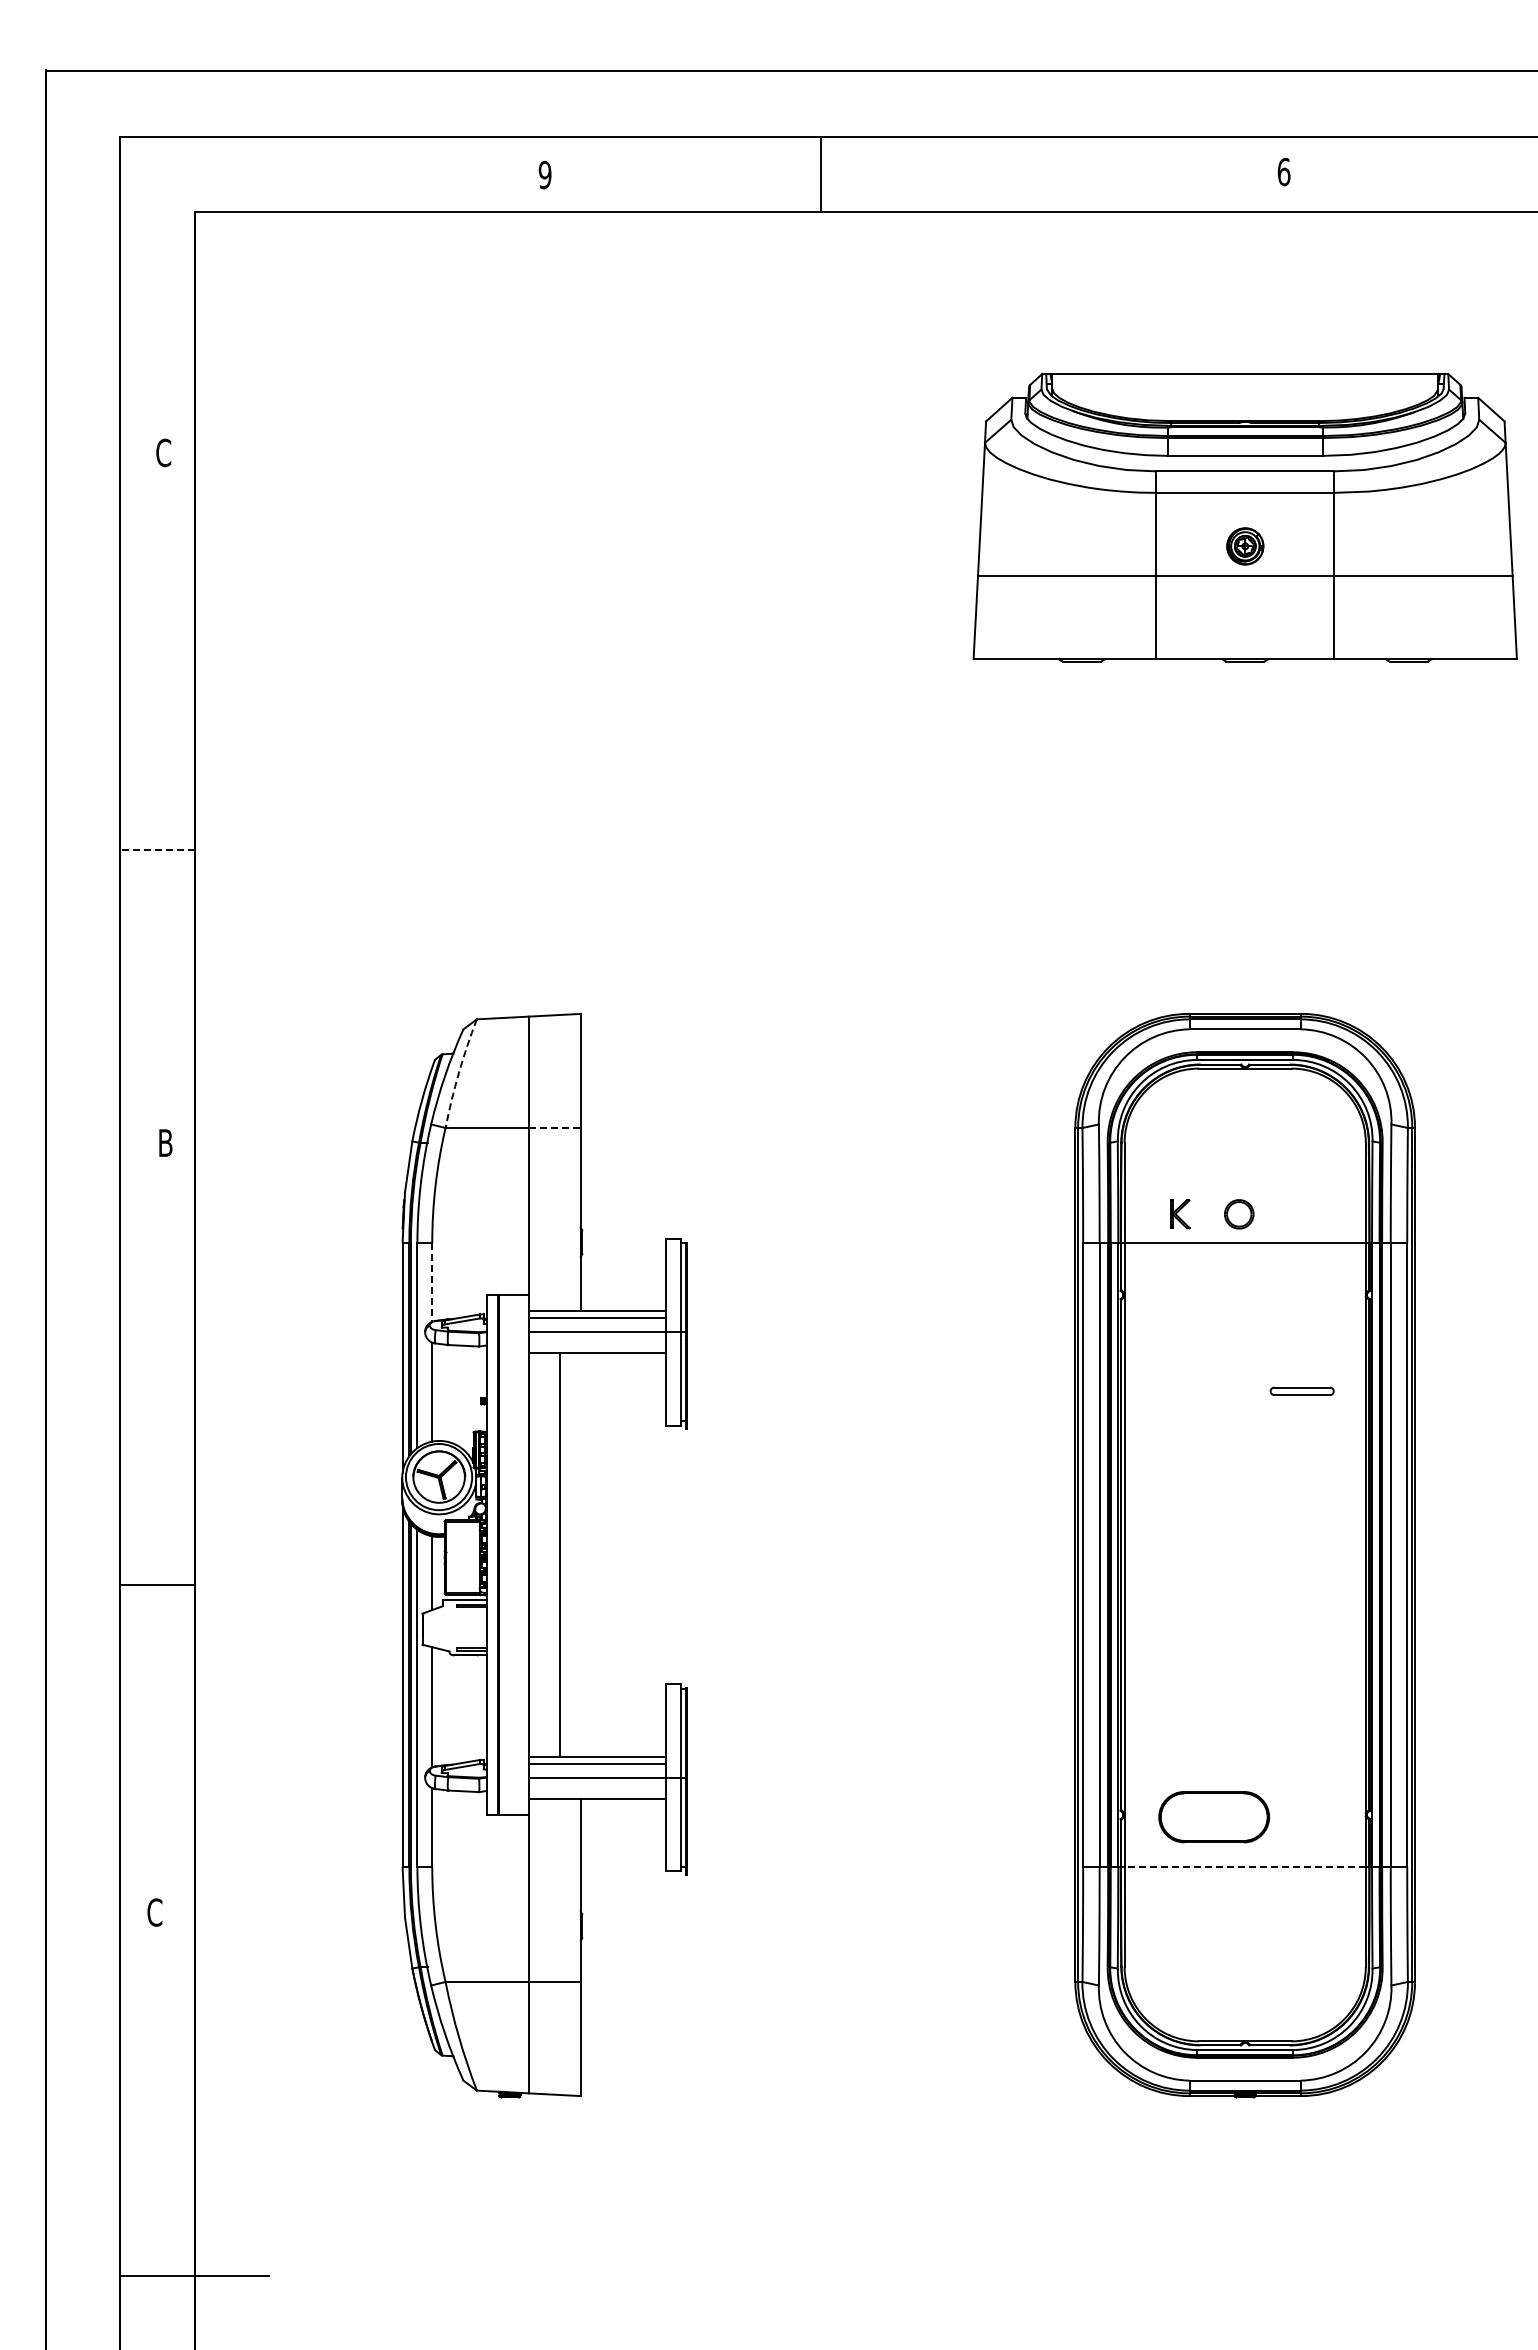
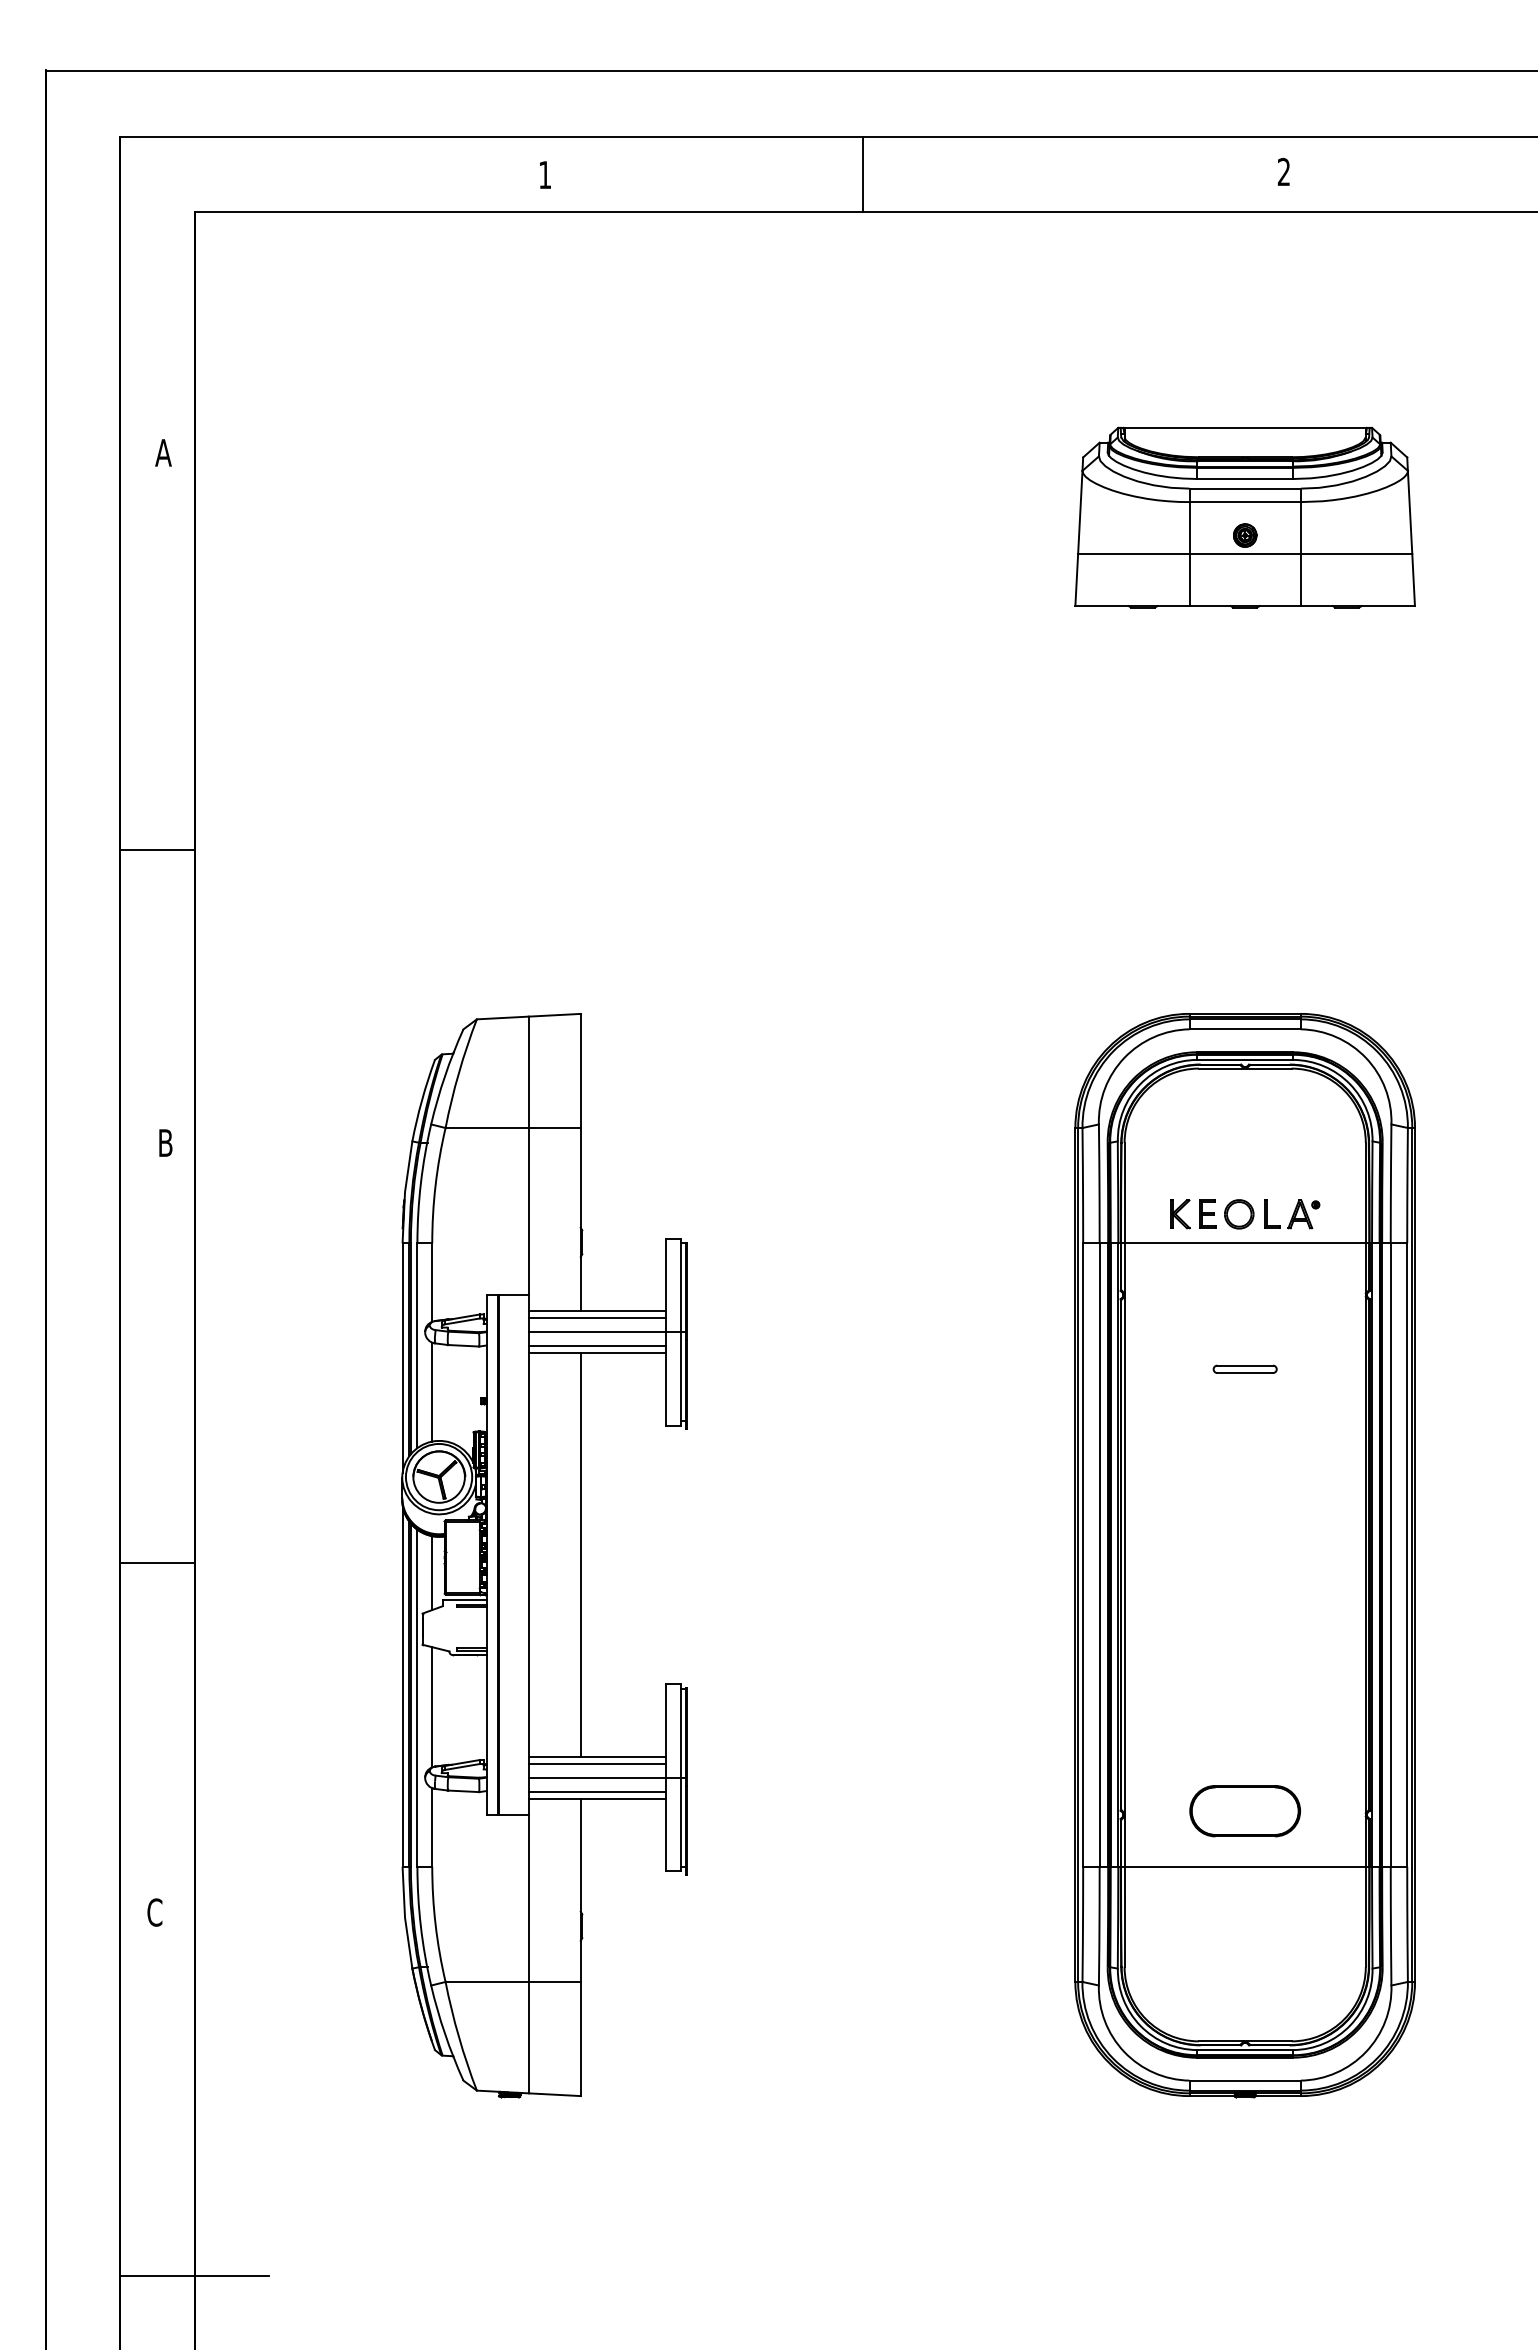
text at (1283, 171): 6 -> 2
text at (544, 174): 9 -> 1
line at (821, 174) position: (821, 174) -> (863, 174)
text at (163, 452): C -> A
part at (1244, 517) size: 546x290 px -> 342x183 px
line at (157, 850): dashed -> solid
arc at (458, 1073): dashed -> solid
line at (554, 1128): dashed -> solid
part at (1207, 1213): none -> present
part at (1292, 1214): none -> present
line at (432, 1283): dashed -> solid
line at (597, 1346): none -> present
part at (1301, 1390) position: (1301, 1390) -> (1244, 1368)
line at (559, 1554) position: (559, 1554) -> (580, 1554)
line at (157, 1585) position: (157, 1585) -> (157, 1563)
line at (597, 1791): none -> present
part at (1213, 1817) position: (1213, 1817) -> (1244, 1811)
line at (1245, 1866): dashed -> solid
